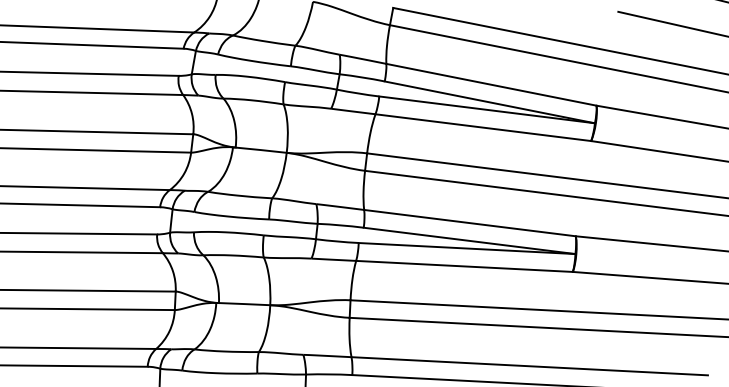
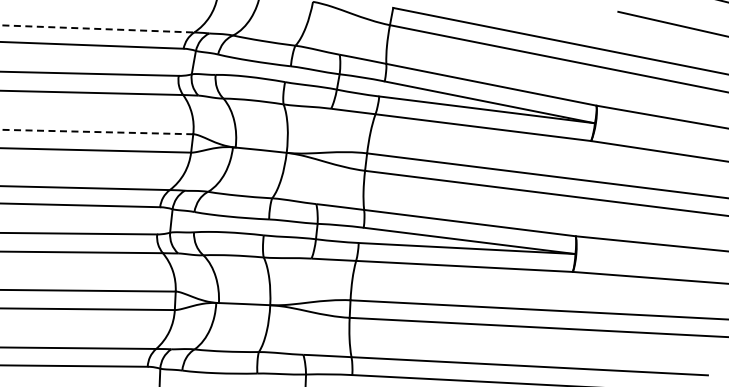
line at (97, 28): solid -> dashed
line at (96, 132): solid -> dashed
